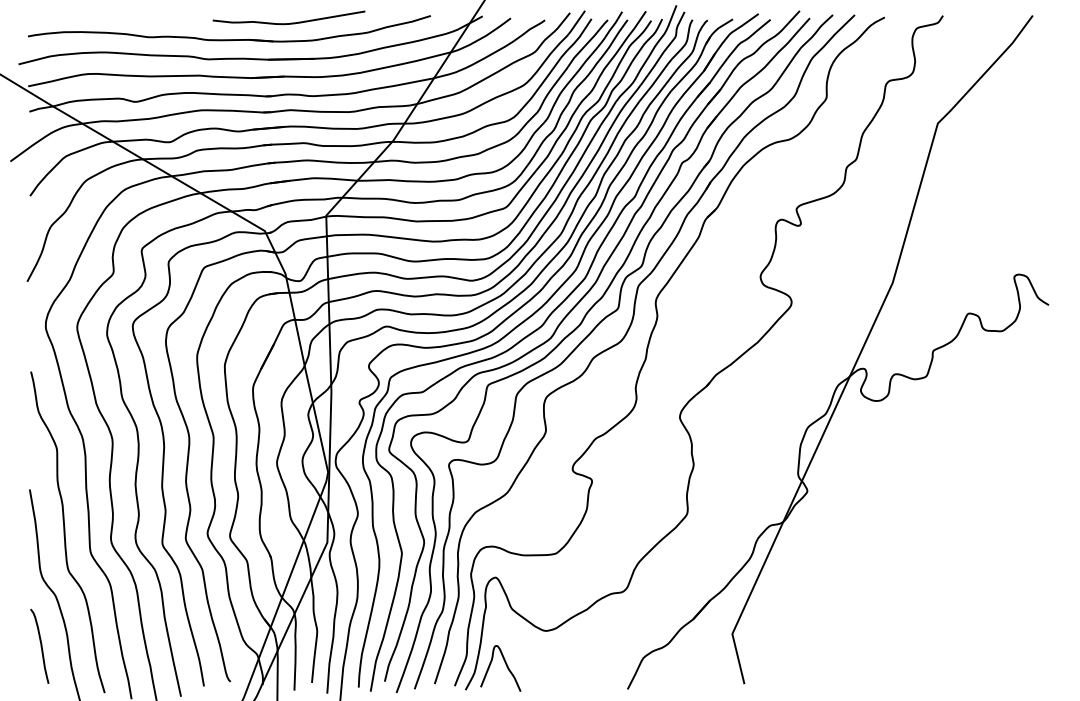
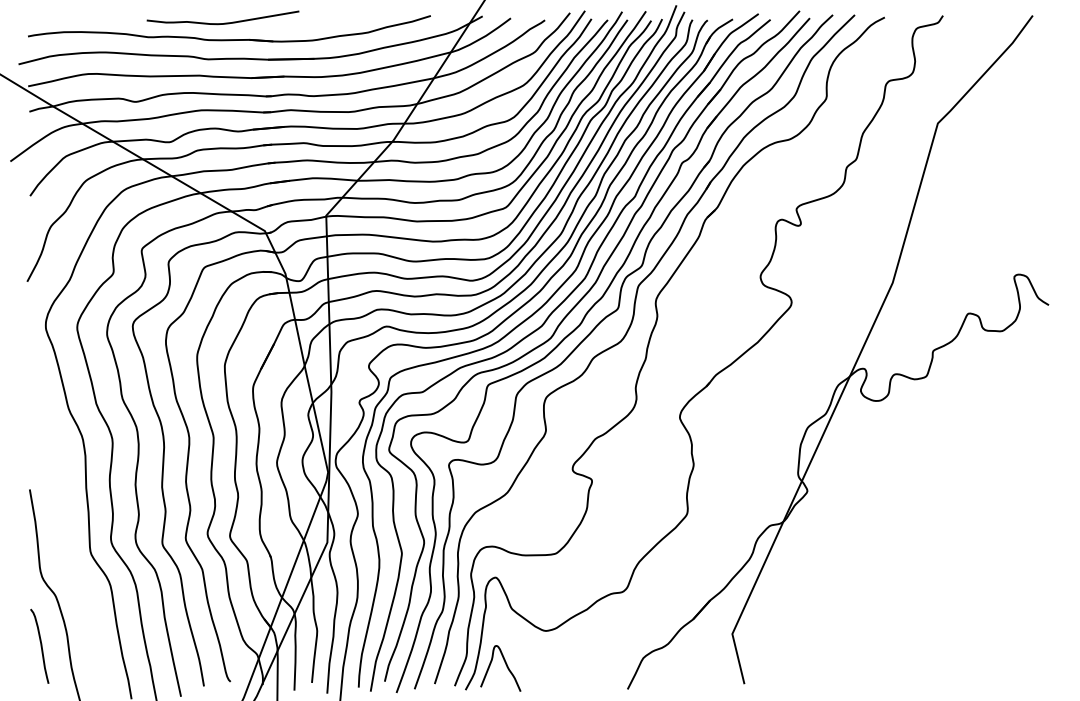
curve at (290, 22) position: (290, 22) -> (224, 22)
curve at (65, 532): present -> none
